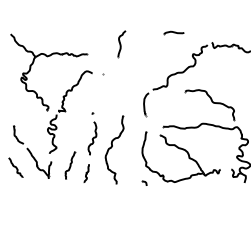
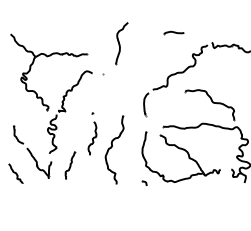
part at (121, 44) size: 10x29 px -> 14x44 px
curve at (15, 167) position: (15, 167) -> (15, 173)
curve at (86, 173): present -> none
